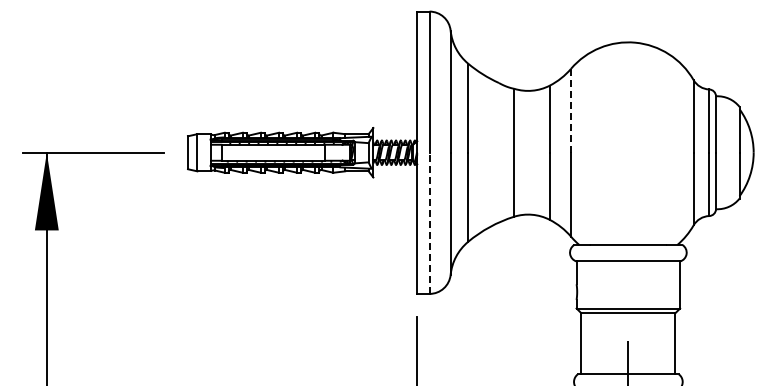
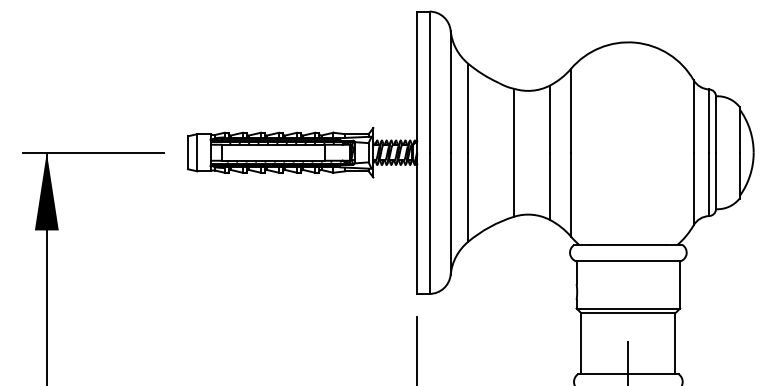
line at (571, 110): dashed -> solid
line at (429, 223): dashed -> solid
